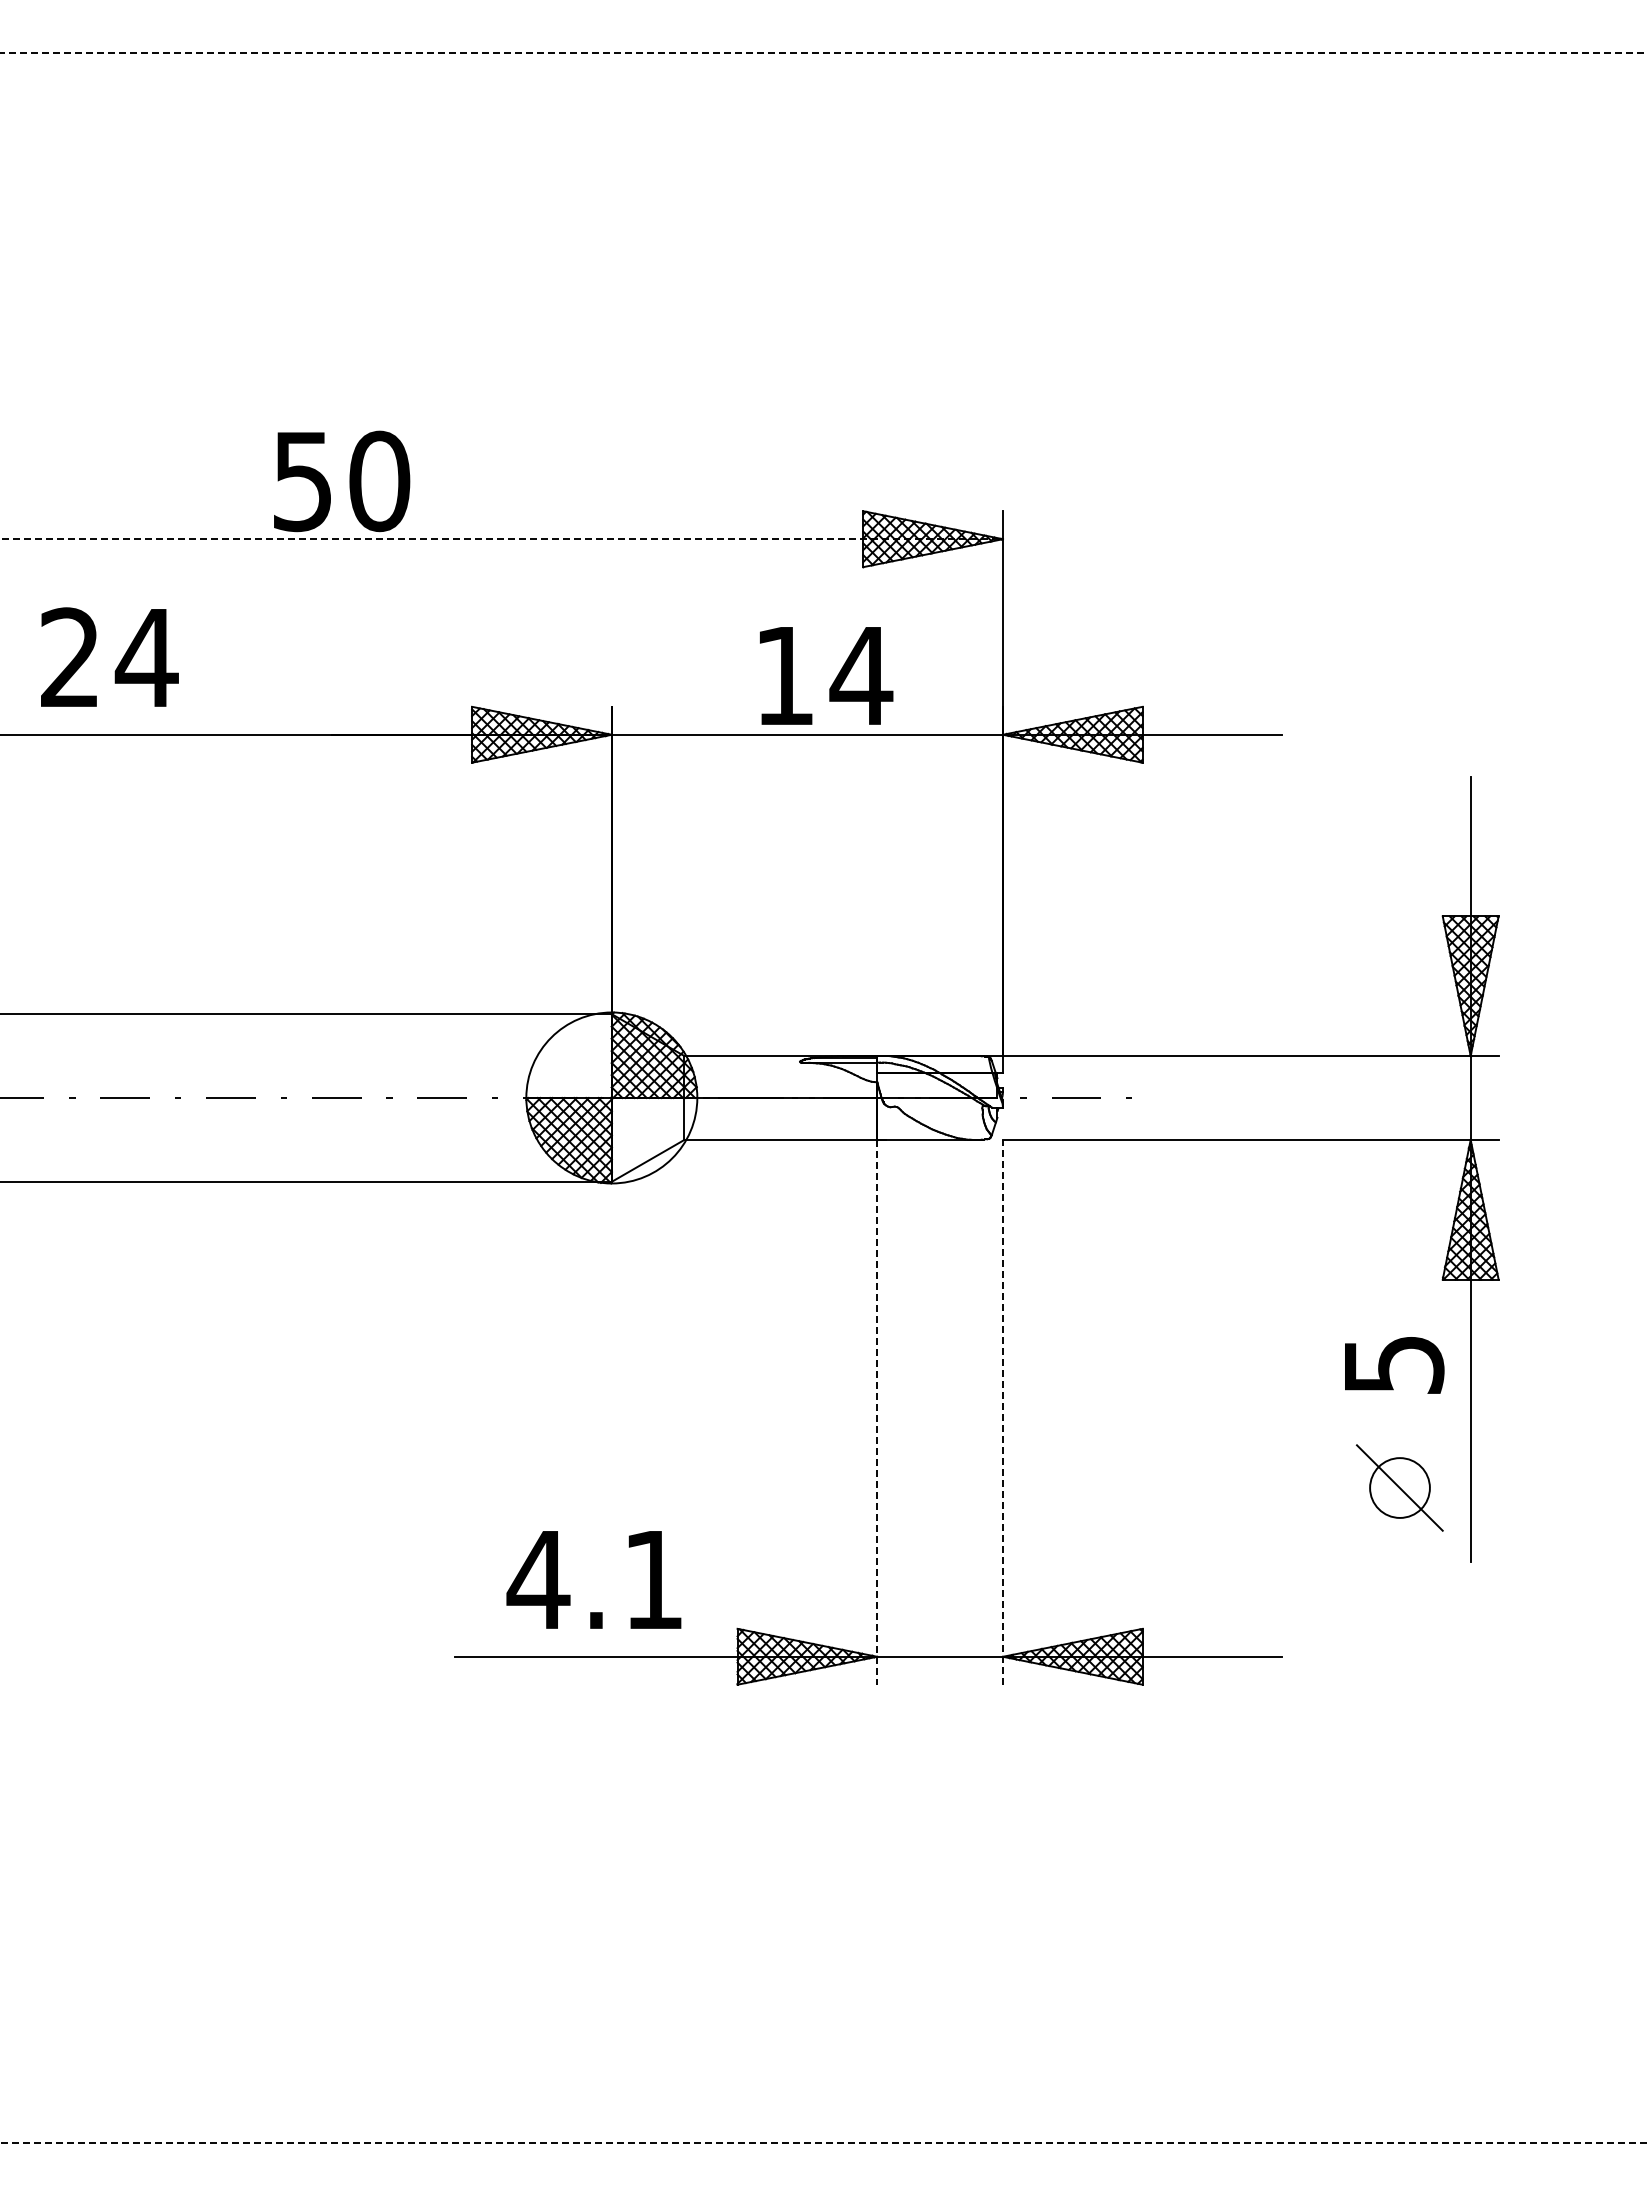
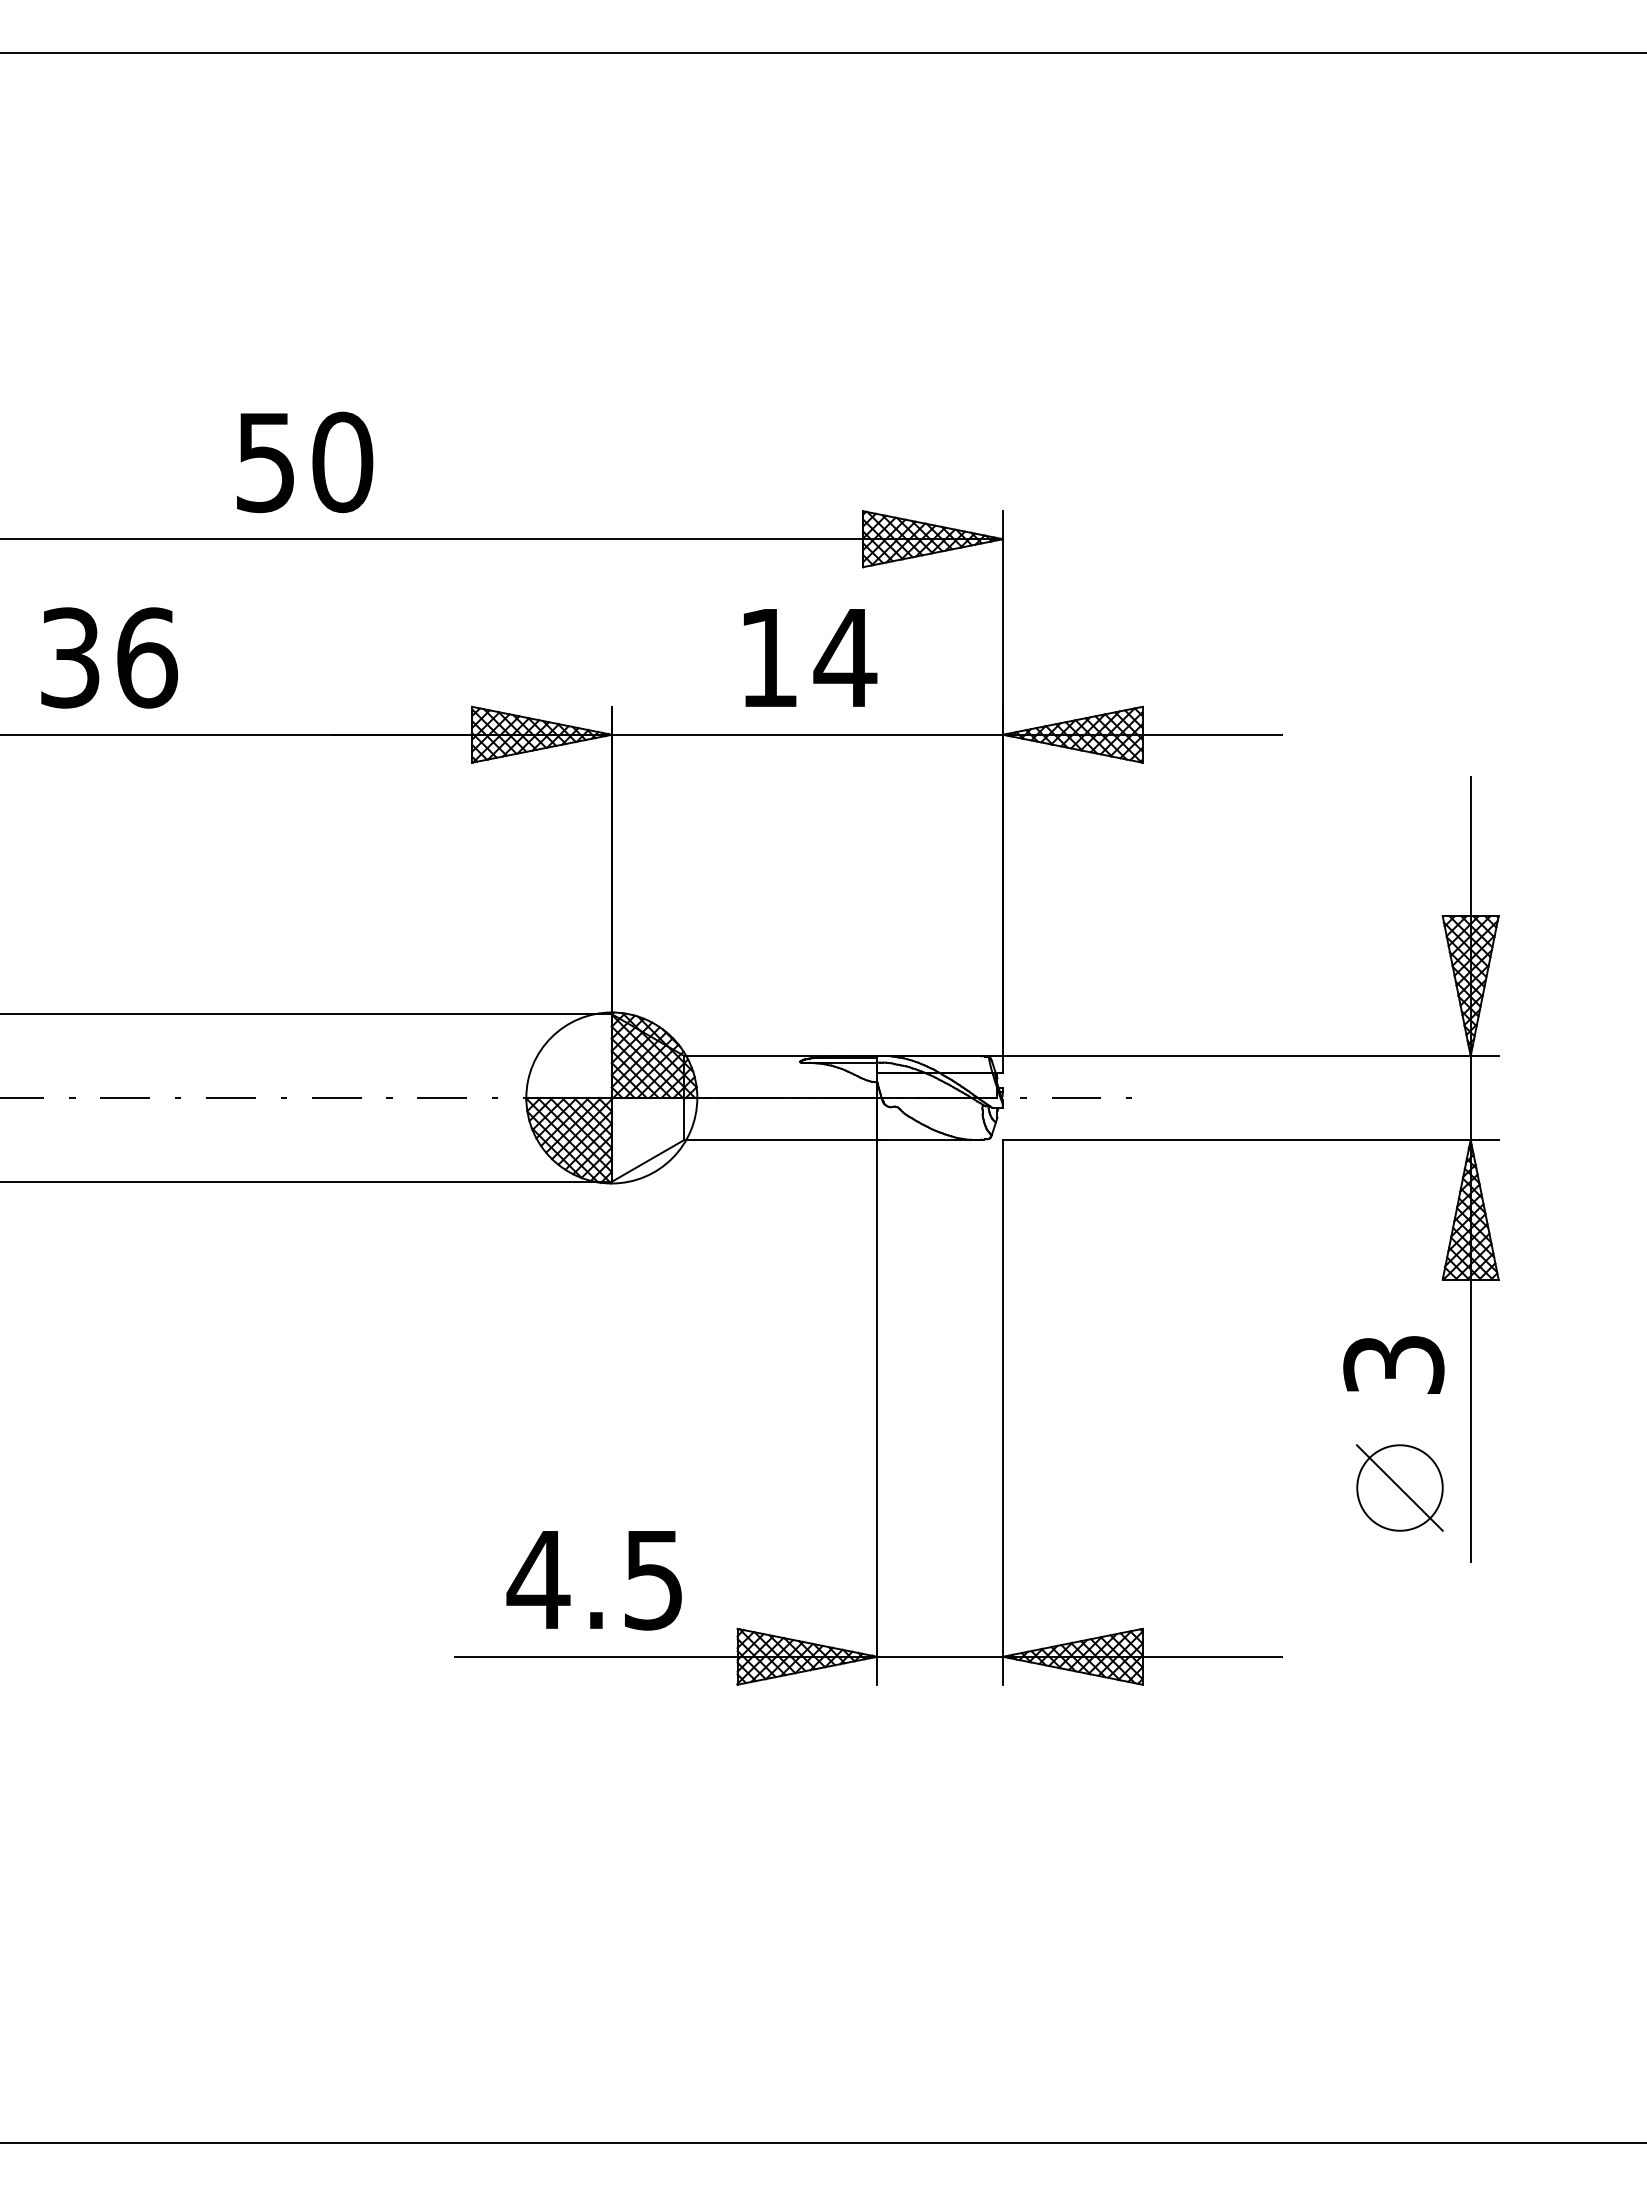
line at (822, 53): dashed -> solid
text at (342, 481) position: (342, 481) -> (305, 462)
line at (502, 539): dashed -> solid
text at (109, 657): 24 -> 36
text at (826, 675) position: (826, 675) -> (810, 657)
text at (1393, 1364): 5 -> 3
line at (1002, 1411): dashed -> solid
line at (877, 1412): dashed -> solid
circle at (1399, 1487) diameter: 60 px -> 85 px
text at (653, 1580): 4.1 -> 4.5
line at (823, 2142): dashed -> solid
